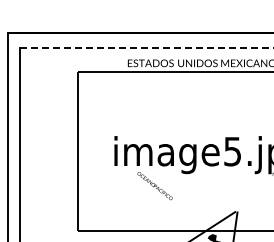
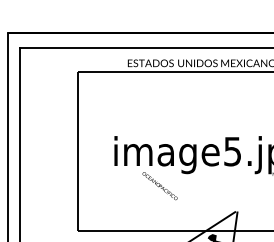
line at (146, 47): dashed -> solid
text at (154, 186) position: (154, 186) -> (159, 186)
